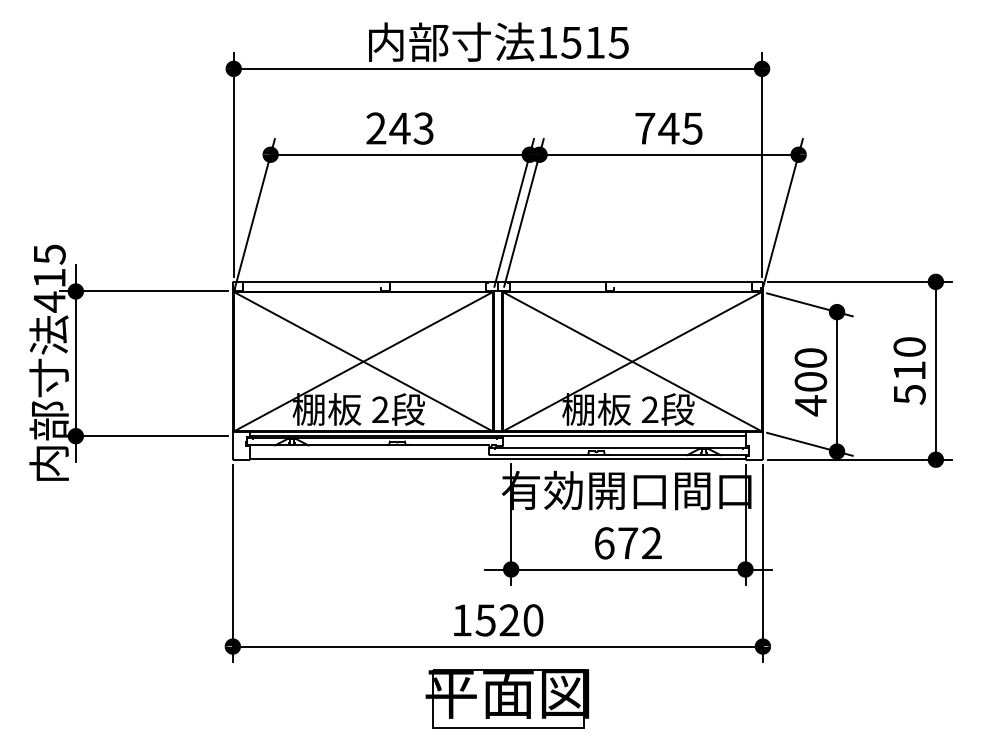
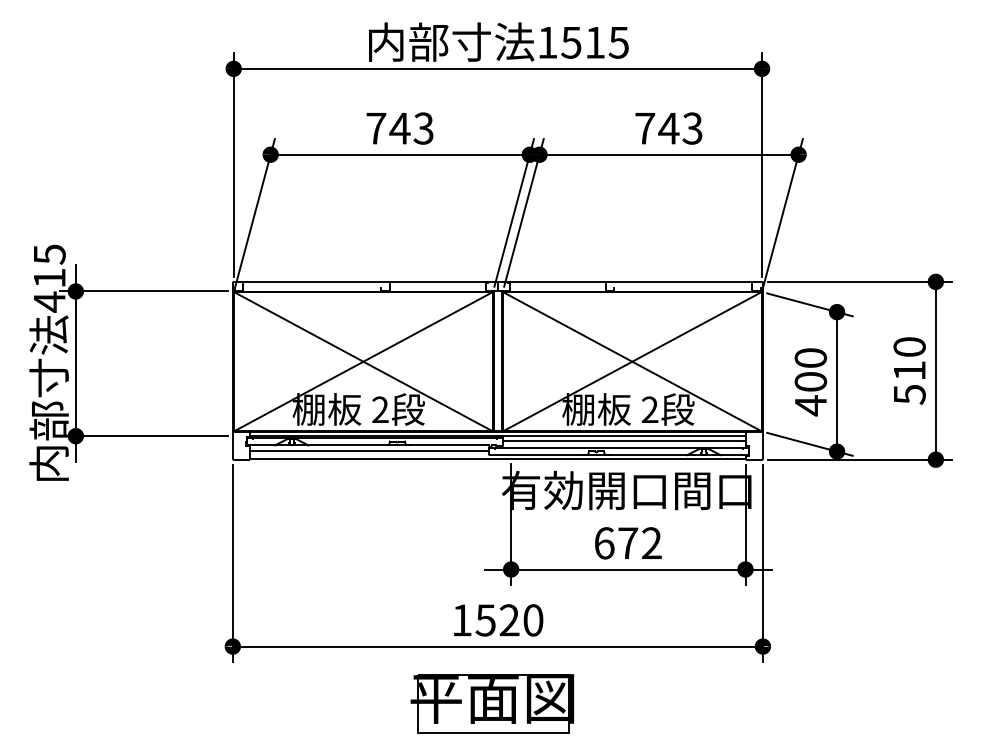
text at (692, 127): 745 -> 743
text at (376, 128): 243 -> 743
line at (624, 441): none -> present
line at (369, 451): none -> present
part at (507, 698) position: (507, 698) -> (492, 703)
